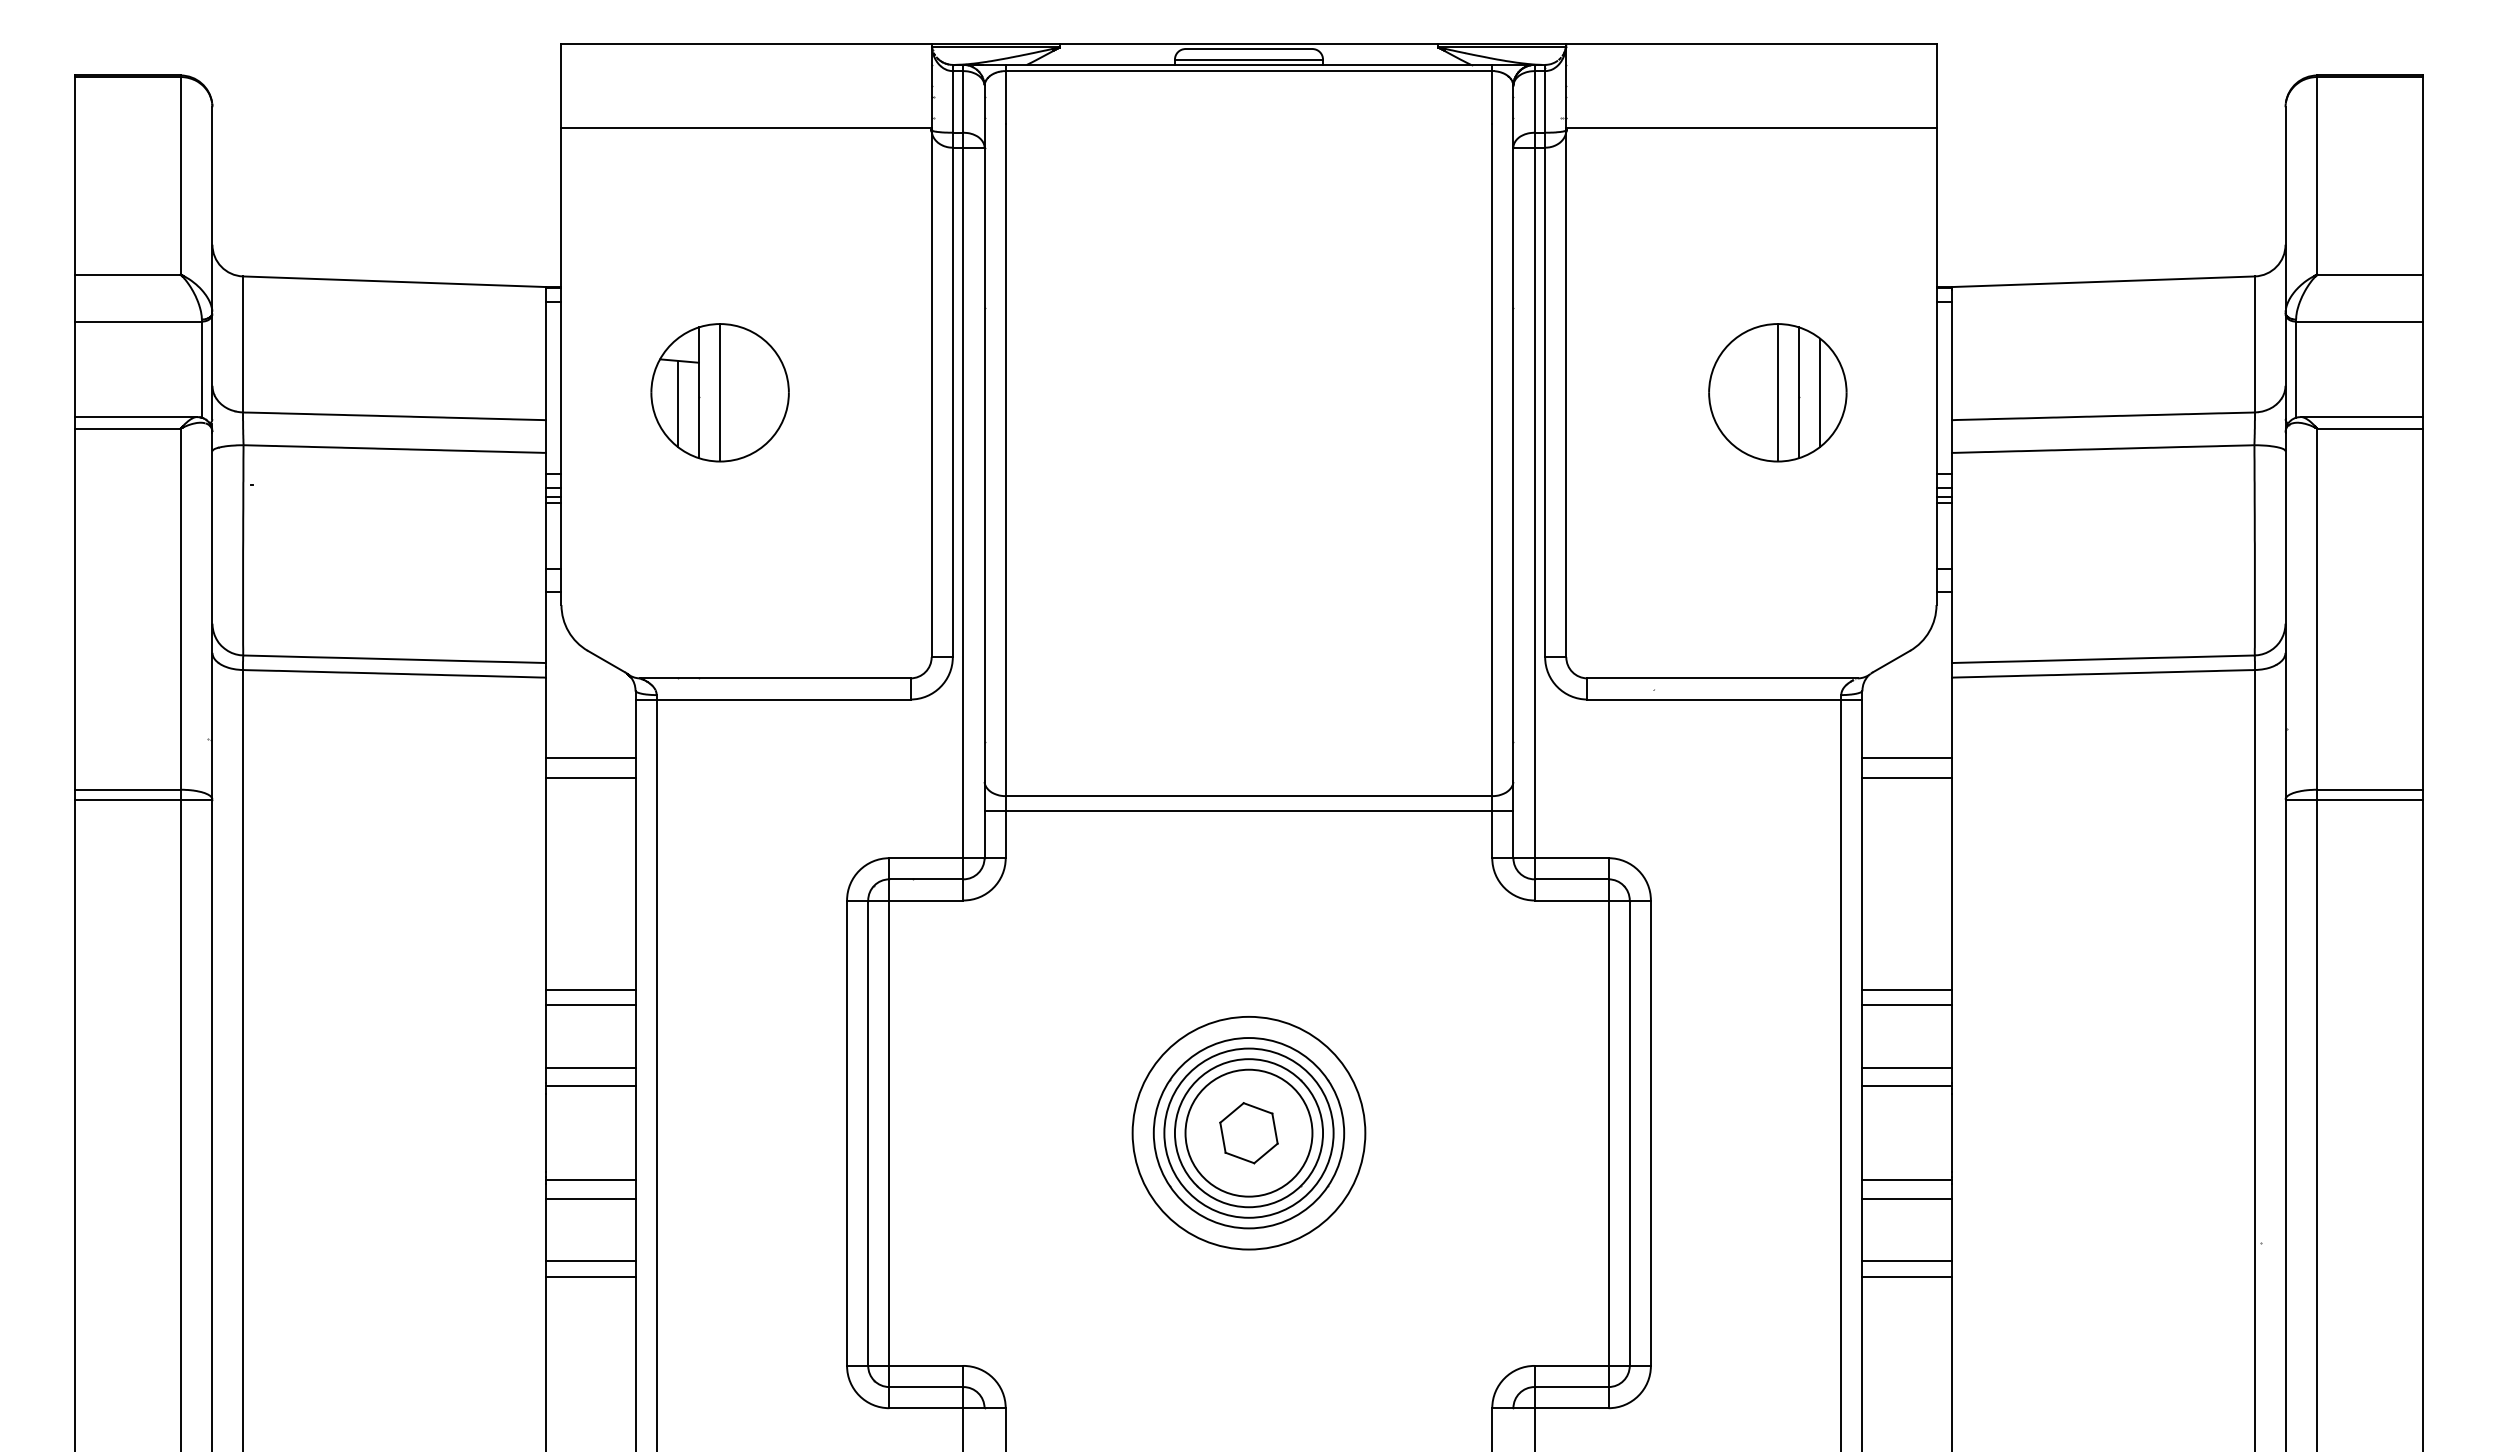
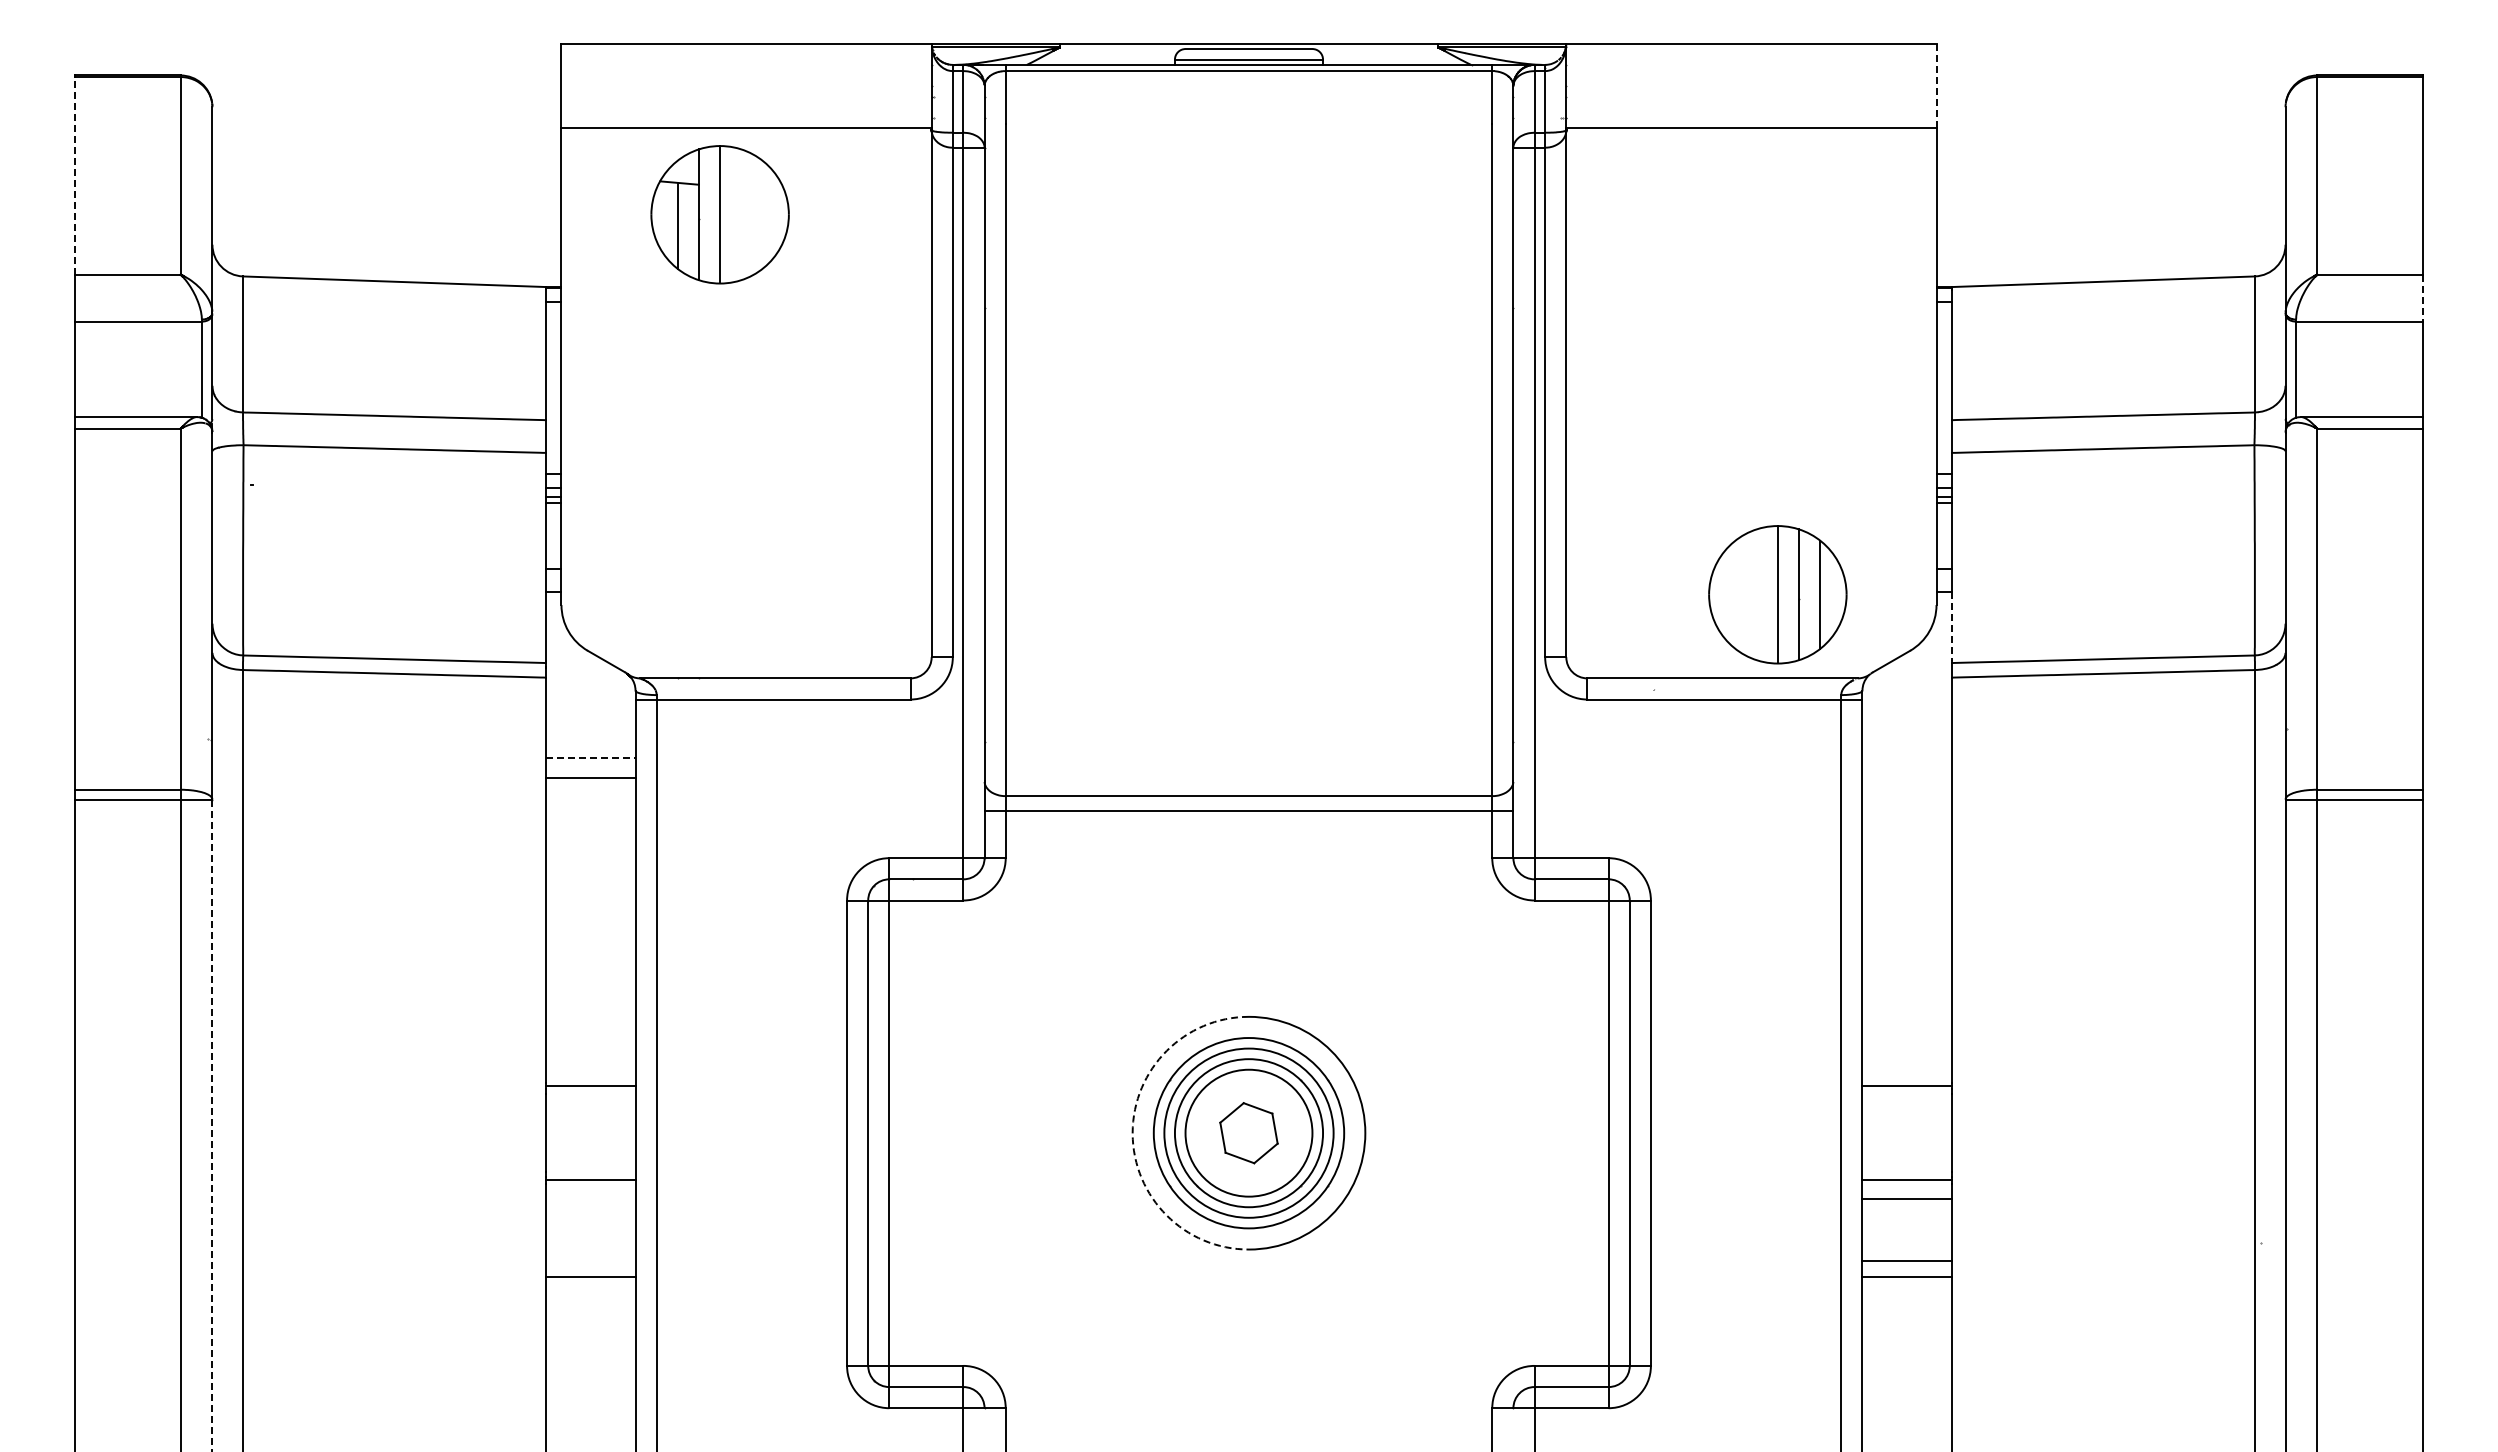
line at (1936, 86): solid -> dashed
line at (74, 175): solid -> dashed
line at (2423, 298): solid -> dashed
part at (719, 392) position: (719, 392) -> (719, 214)
part at (1777, 392) position: (1777, 392) -> (1777, 594)
line at (1952, 626): solid -> dashed
line at (590, 758): solid -> dashed
line at (1907, 758): present -> none
line at (1907, 778): present -> none
line at (590, 989): present -> none
line at (1907, 989): present -> none
line at (590, 1005): present -> none
line at (1907, 1005): present -> none
line at (590, 1067): present -> none
line at (1907, 1067): present -> none
line at (212, 1126): solid -> dashed
arc at (1132, 1133): solid -> dashed
line at (590, 1198): present -> none
line at (590, 1261): present -> none
